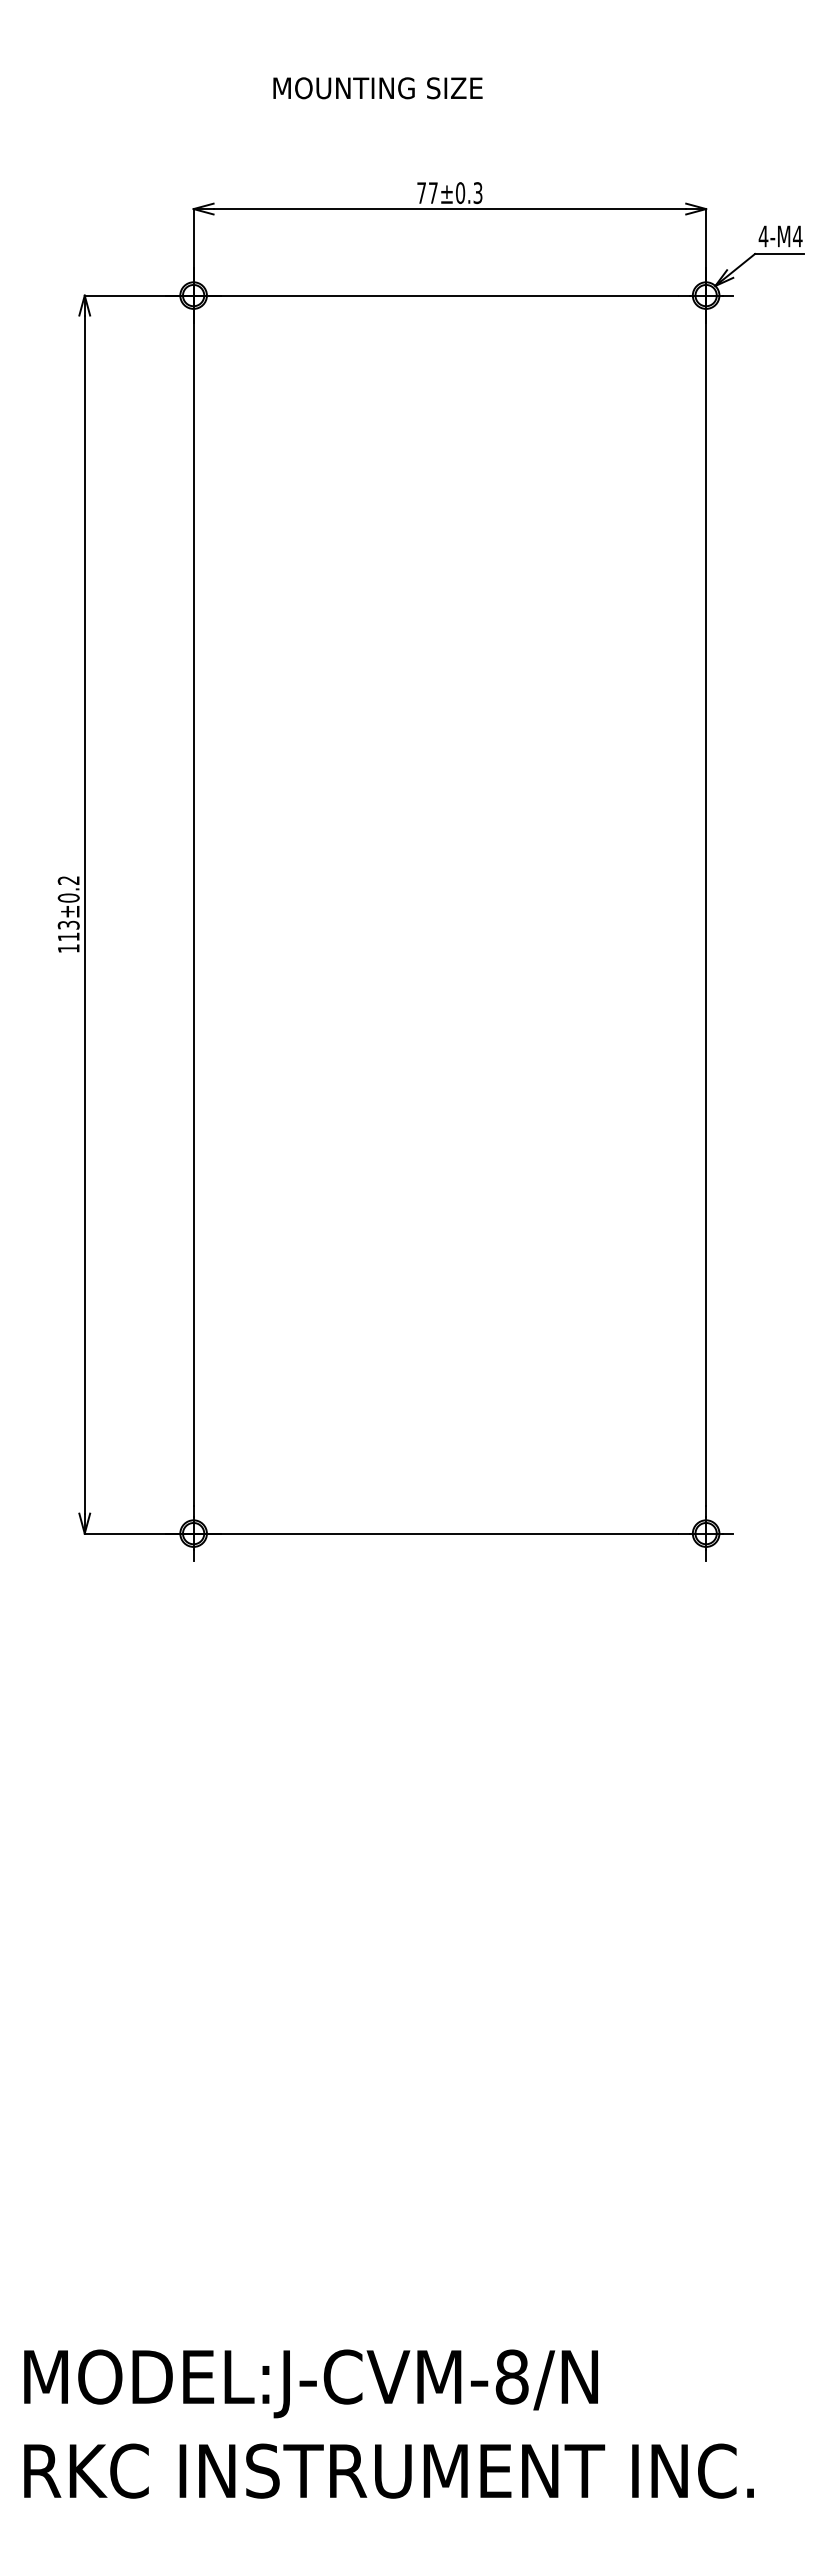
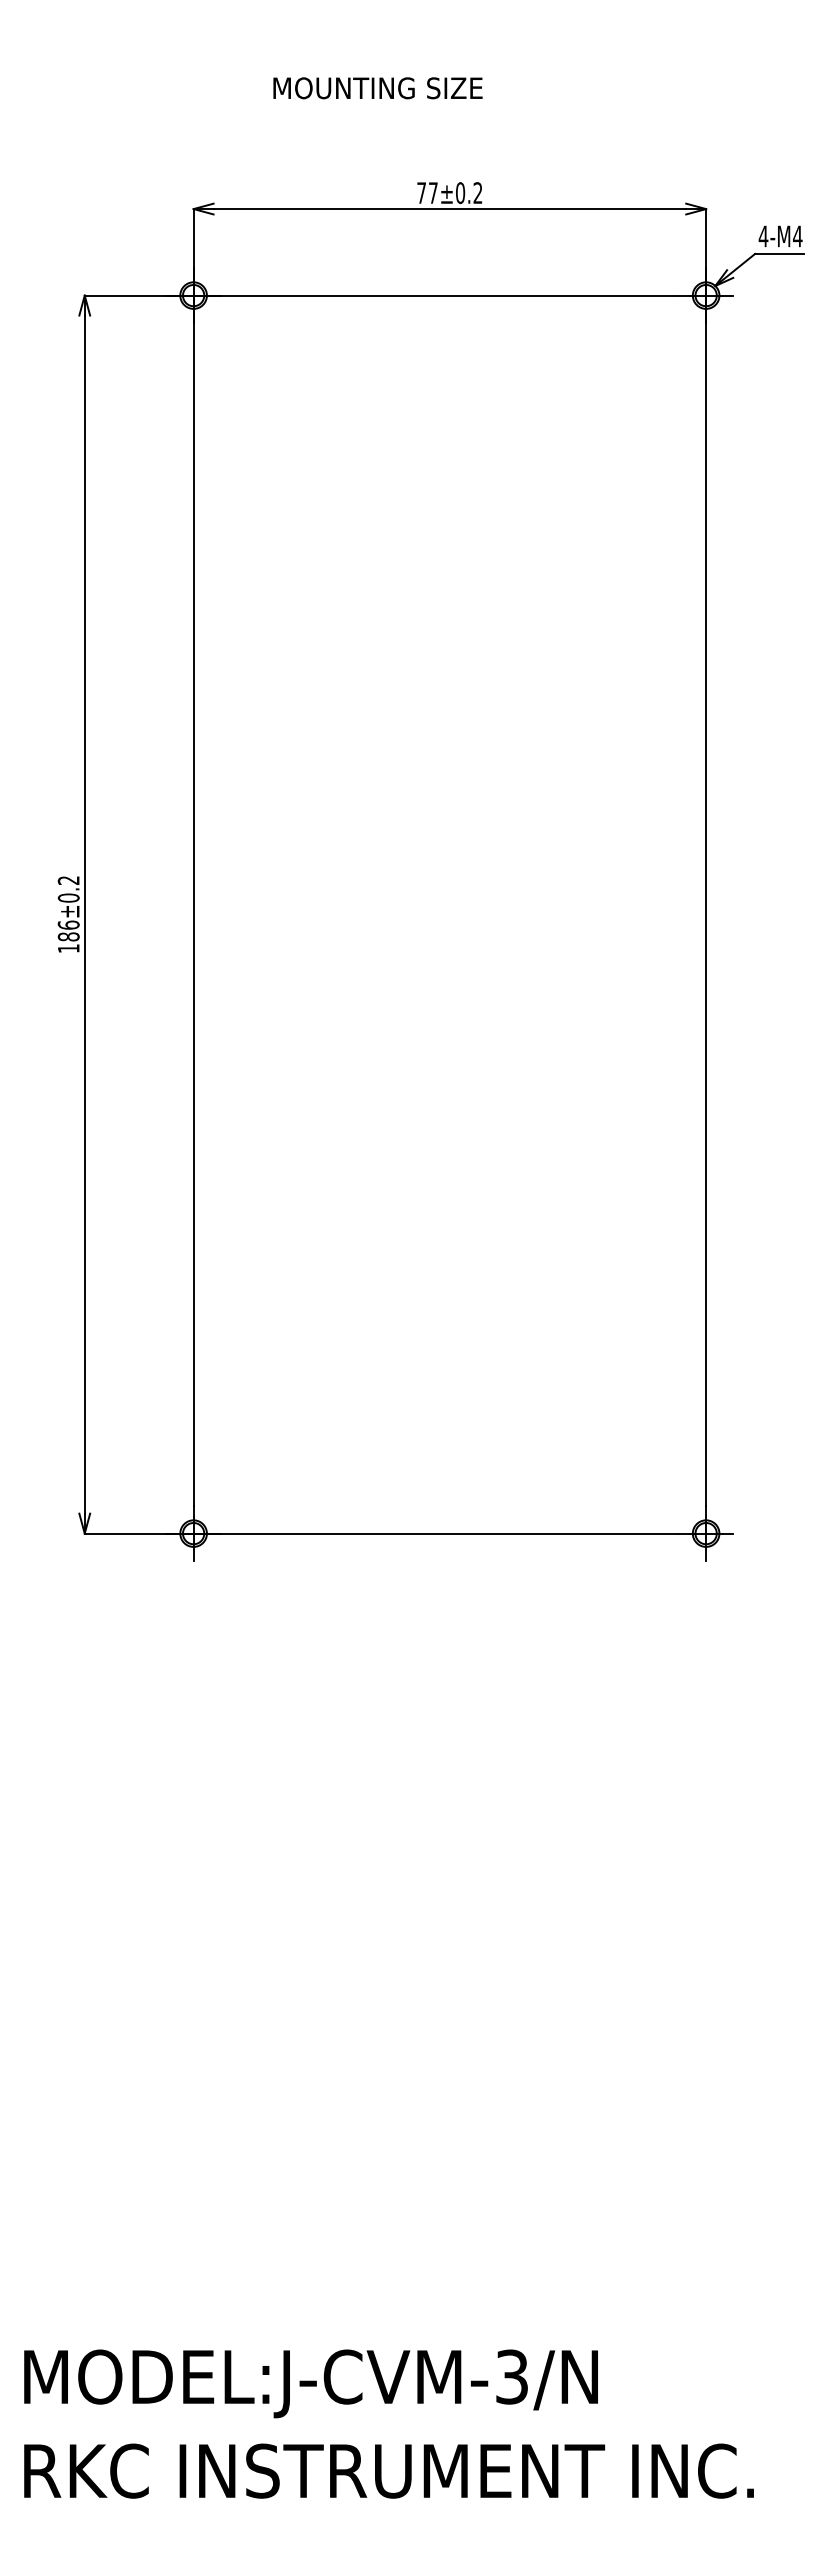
text at (477, 193): 77±0.3 -> 77±0.2
text at (68, 930): 113±0.2 -> 186±0.2
text at (511, 2376): MODEL:J-CVM-8/N -> MODEL:J-CVM-3/N
